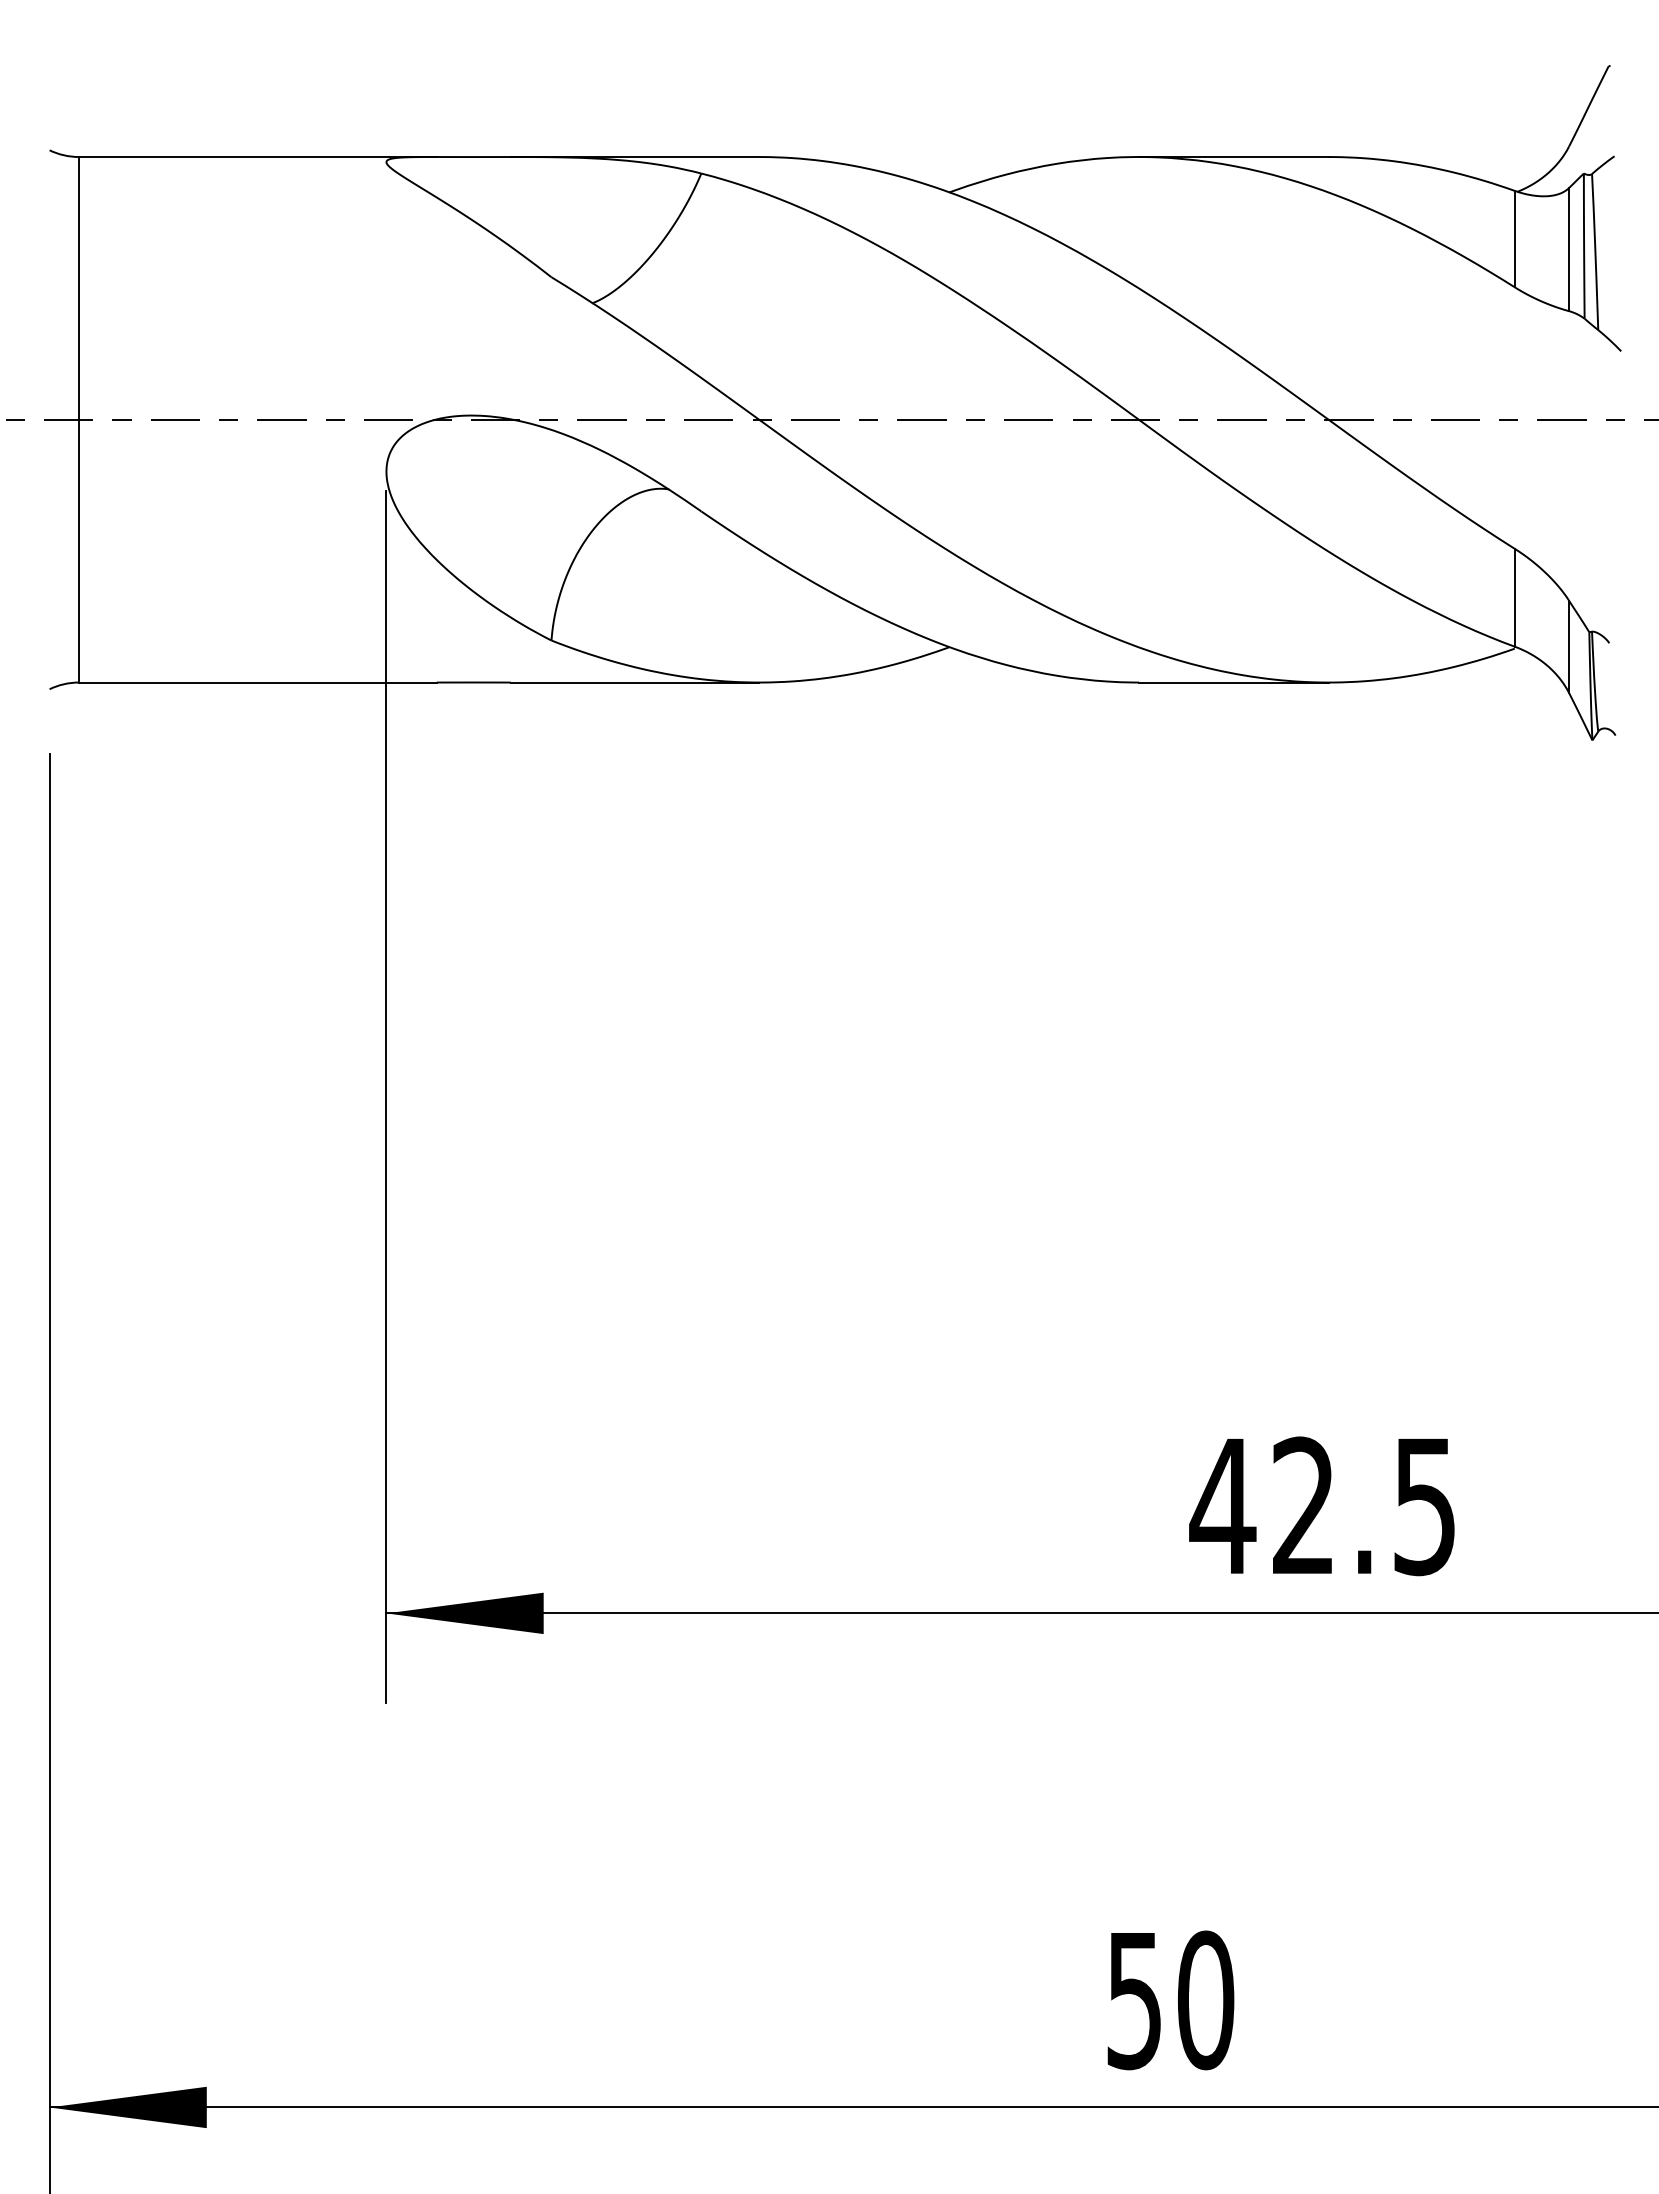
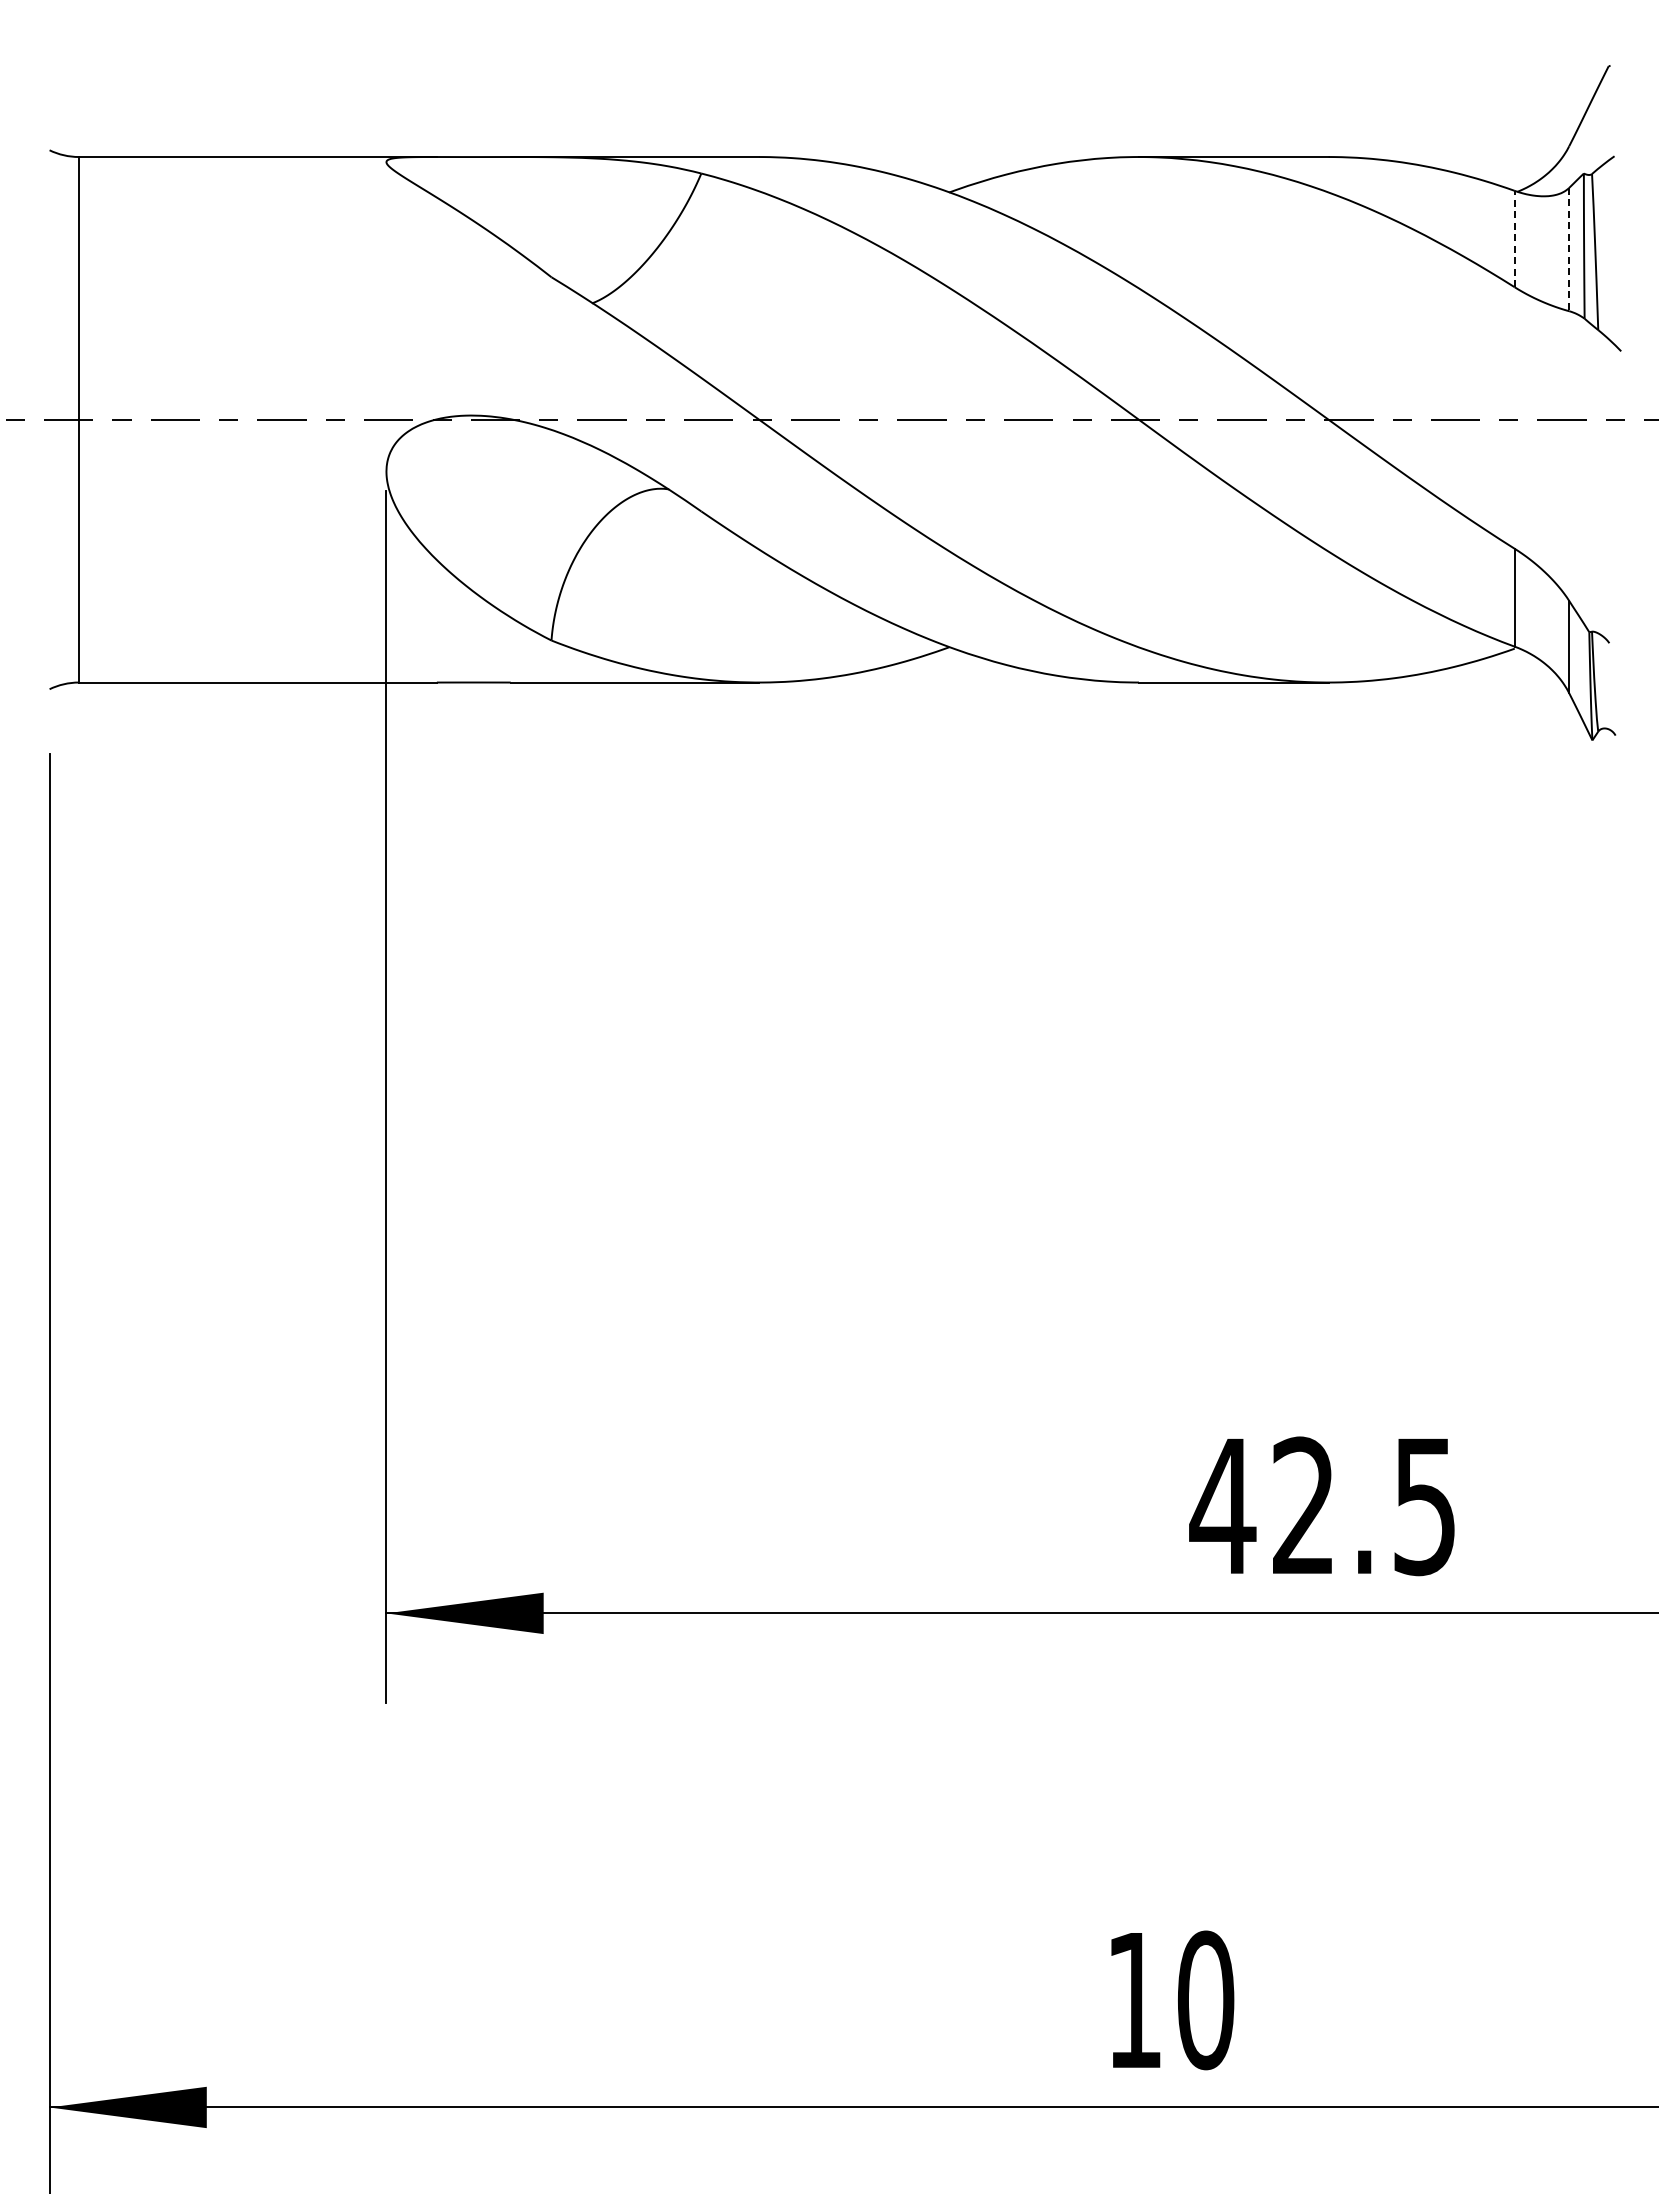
line at (1514, 238): solid -> dashed
line at (1569, 249): solid -> dashed
text at (1133, 2001): 50 -> 10
